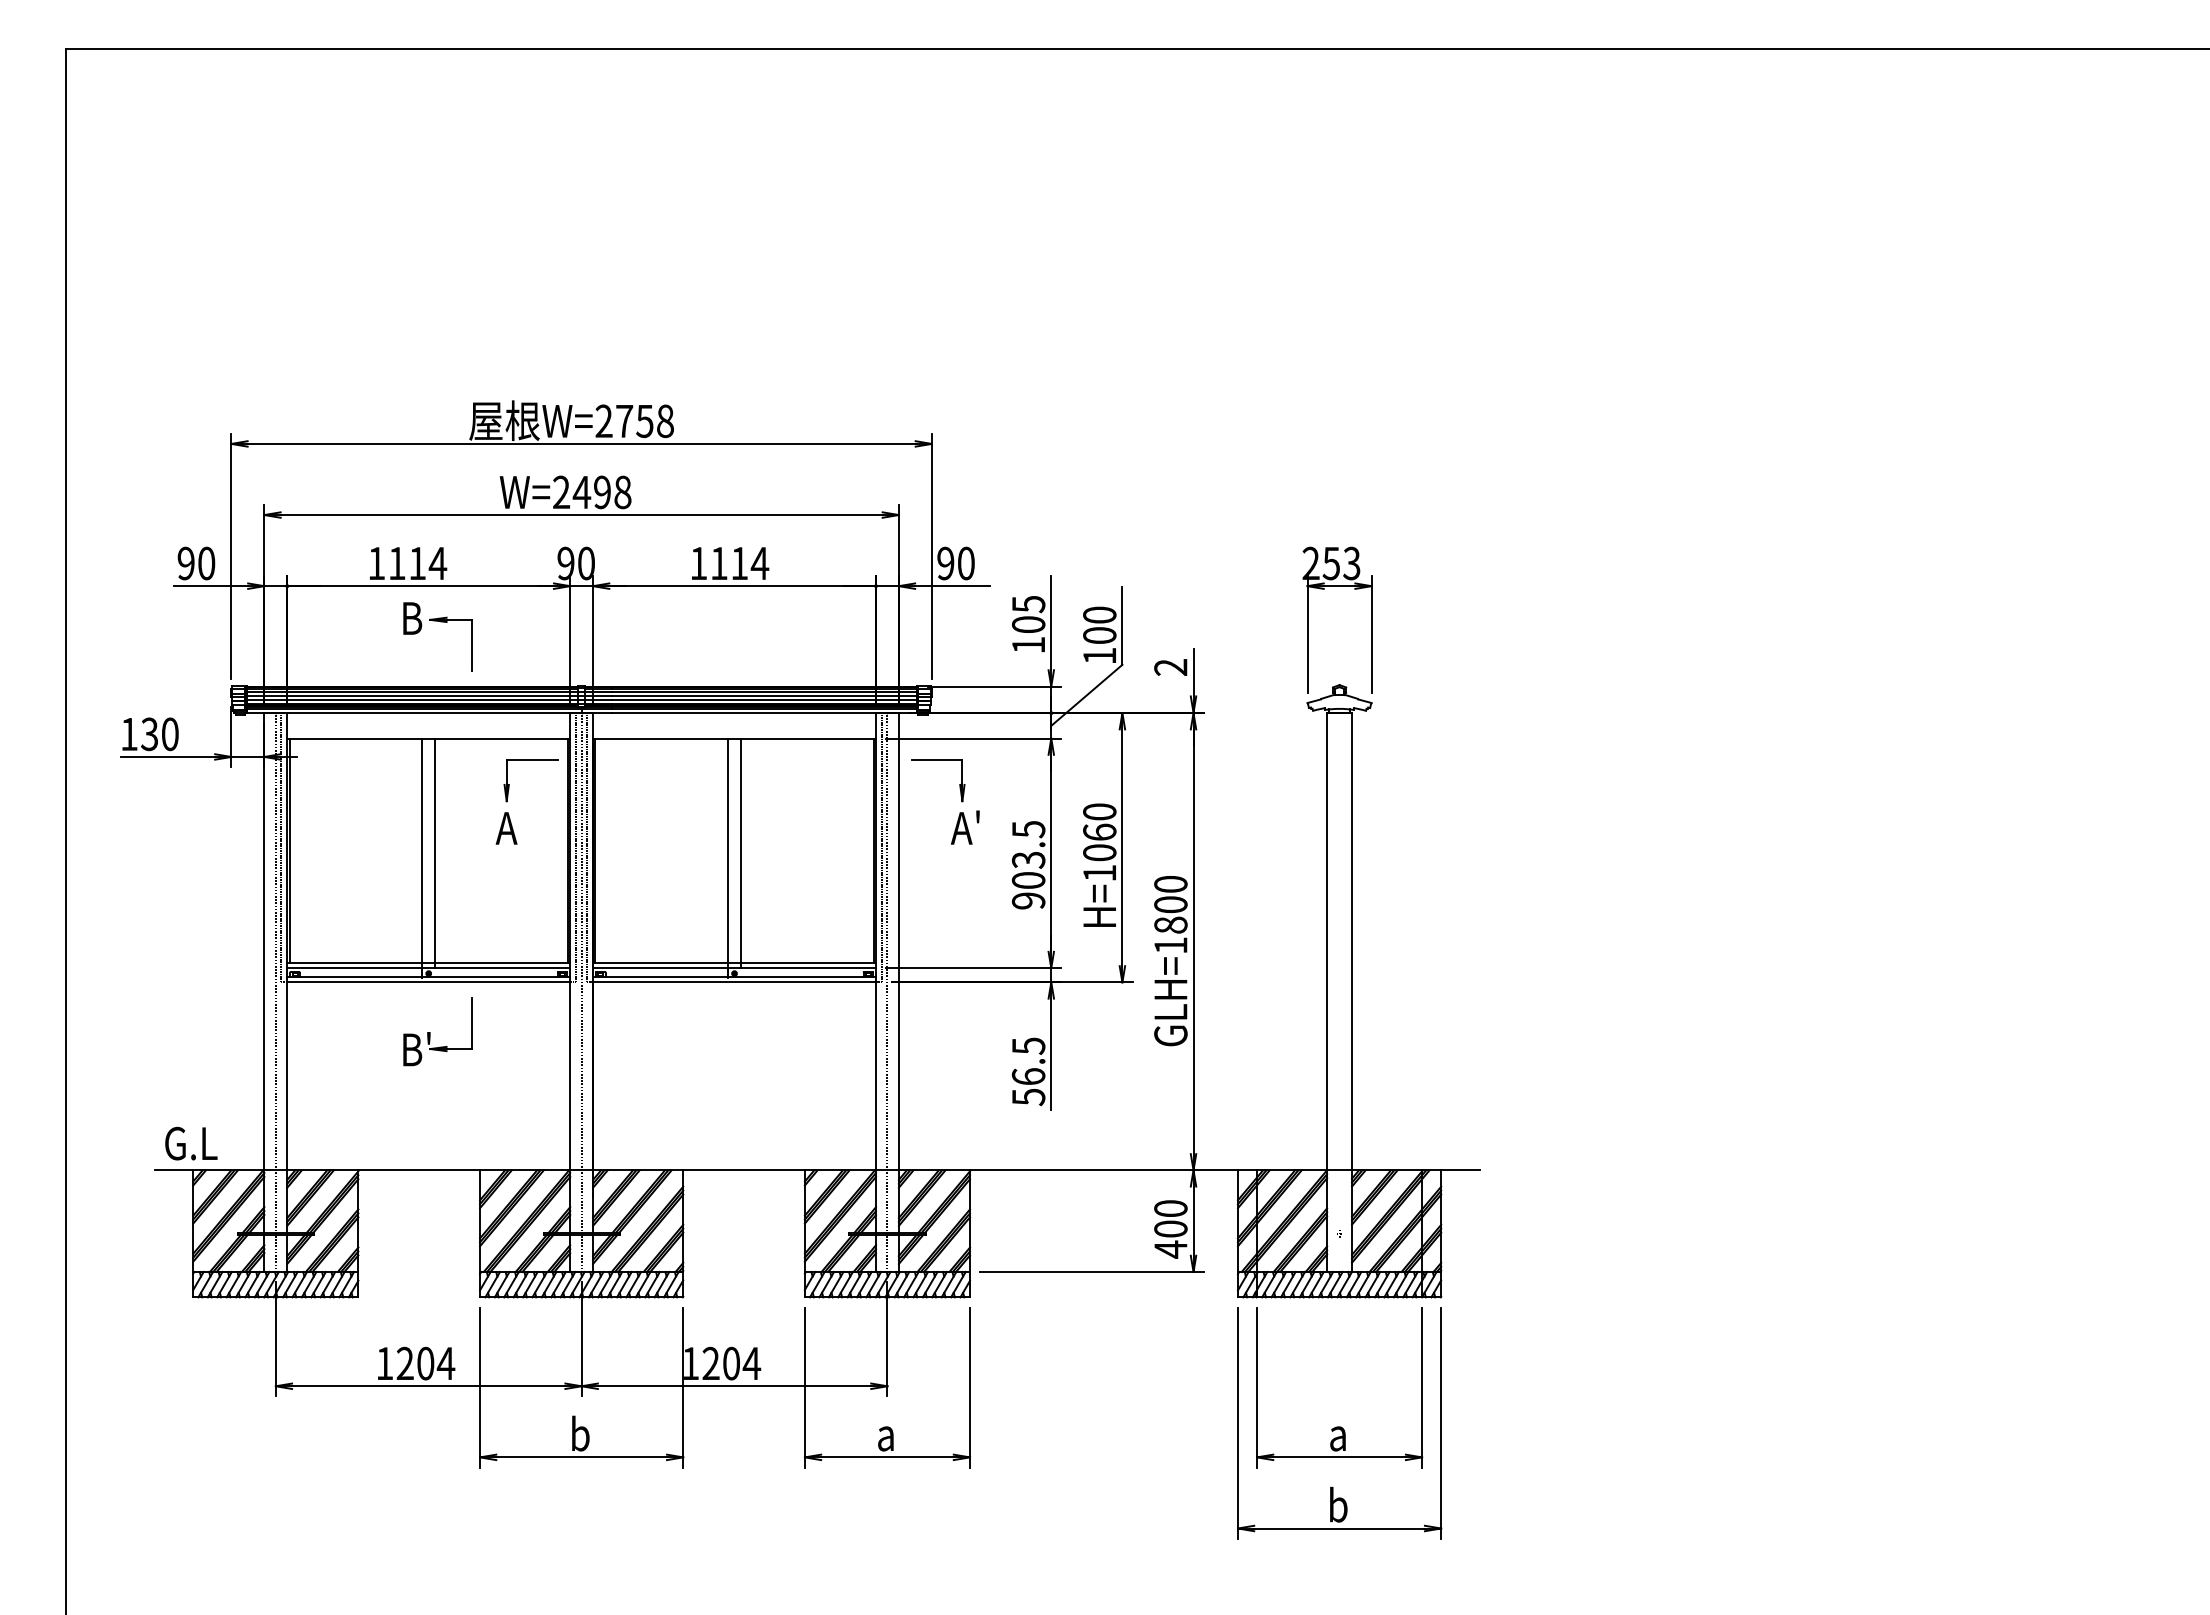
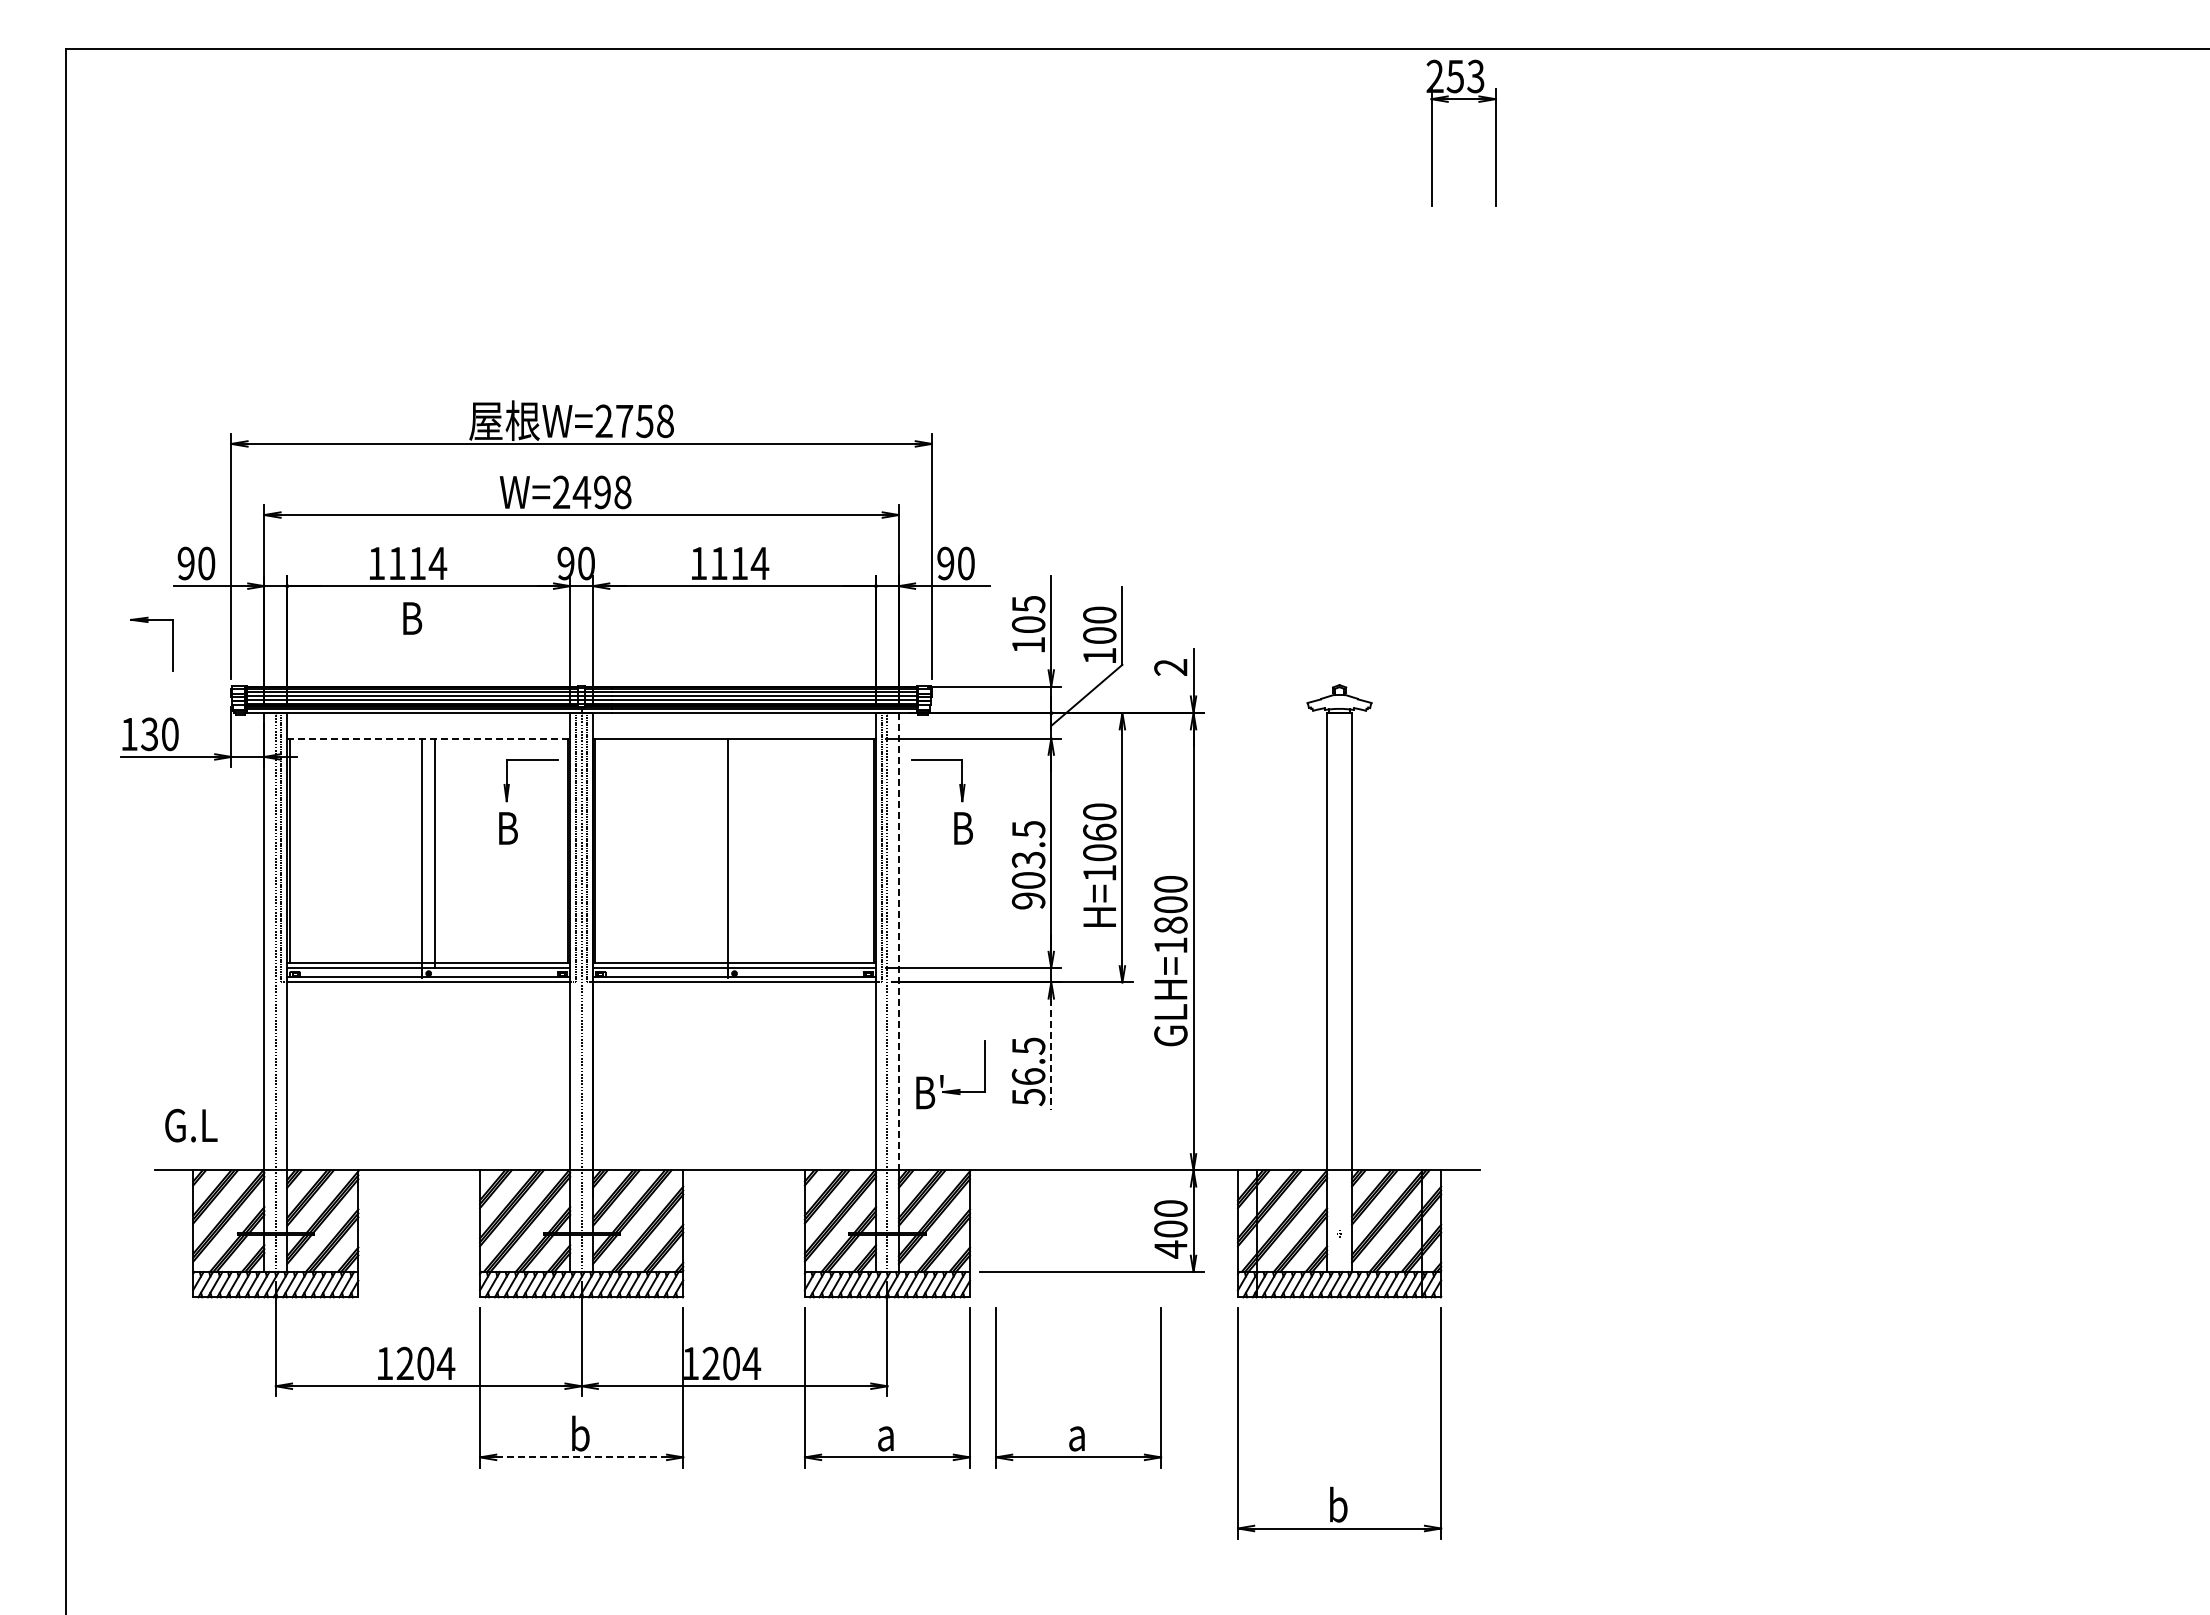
part at (1308, 619) position: (1308, 619) -> (1432, 132)
part at (471, 643) position: (471, 643) -> (172, 643)
line at (429, 738): solid -> dashed
text at (964, 827): A' -> B
text at (506, 828): A -> B
line at (741, 853): present -> none
line at (898, 941): solid -> dashed
part at (430, 1032) position: (430, 1032) -> (943, 1075)
line at (1051, 1054): solid -> dashed
text at (191, 1143) position: (191, 1143) -> (191, 1125)
part at (1339, 1426) position: (1339, 1426) -> (1078, 1426)
line at (582, 1457): solid -> dashed
